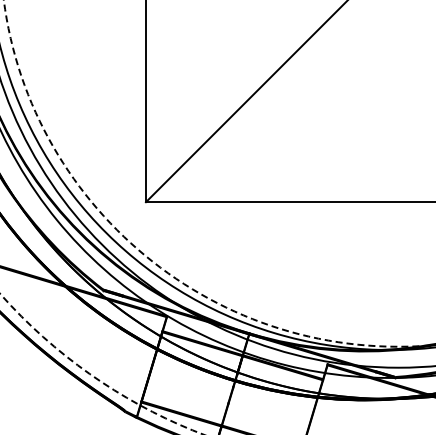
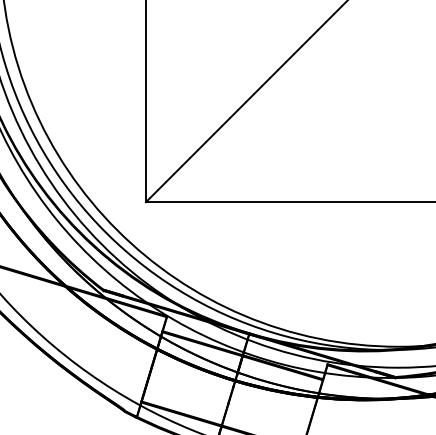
circle at (219, 173): dashed -> solid
arc at (93, 376): dashed -> solid
